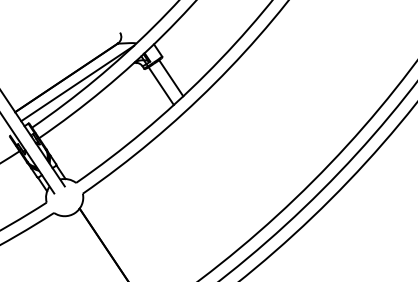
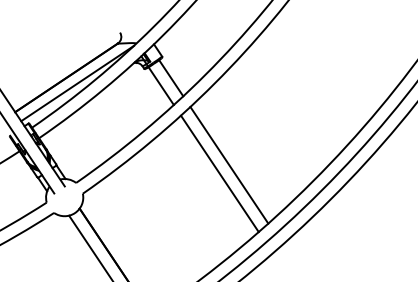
line at (229, 164): none -> present
line at (219, 173): none -> present
line at (89, 246): none -> present
